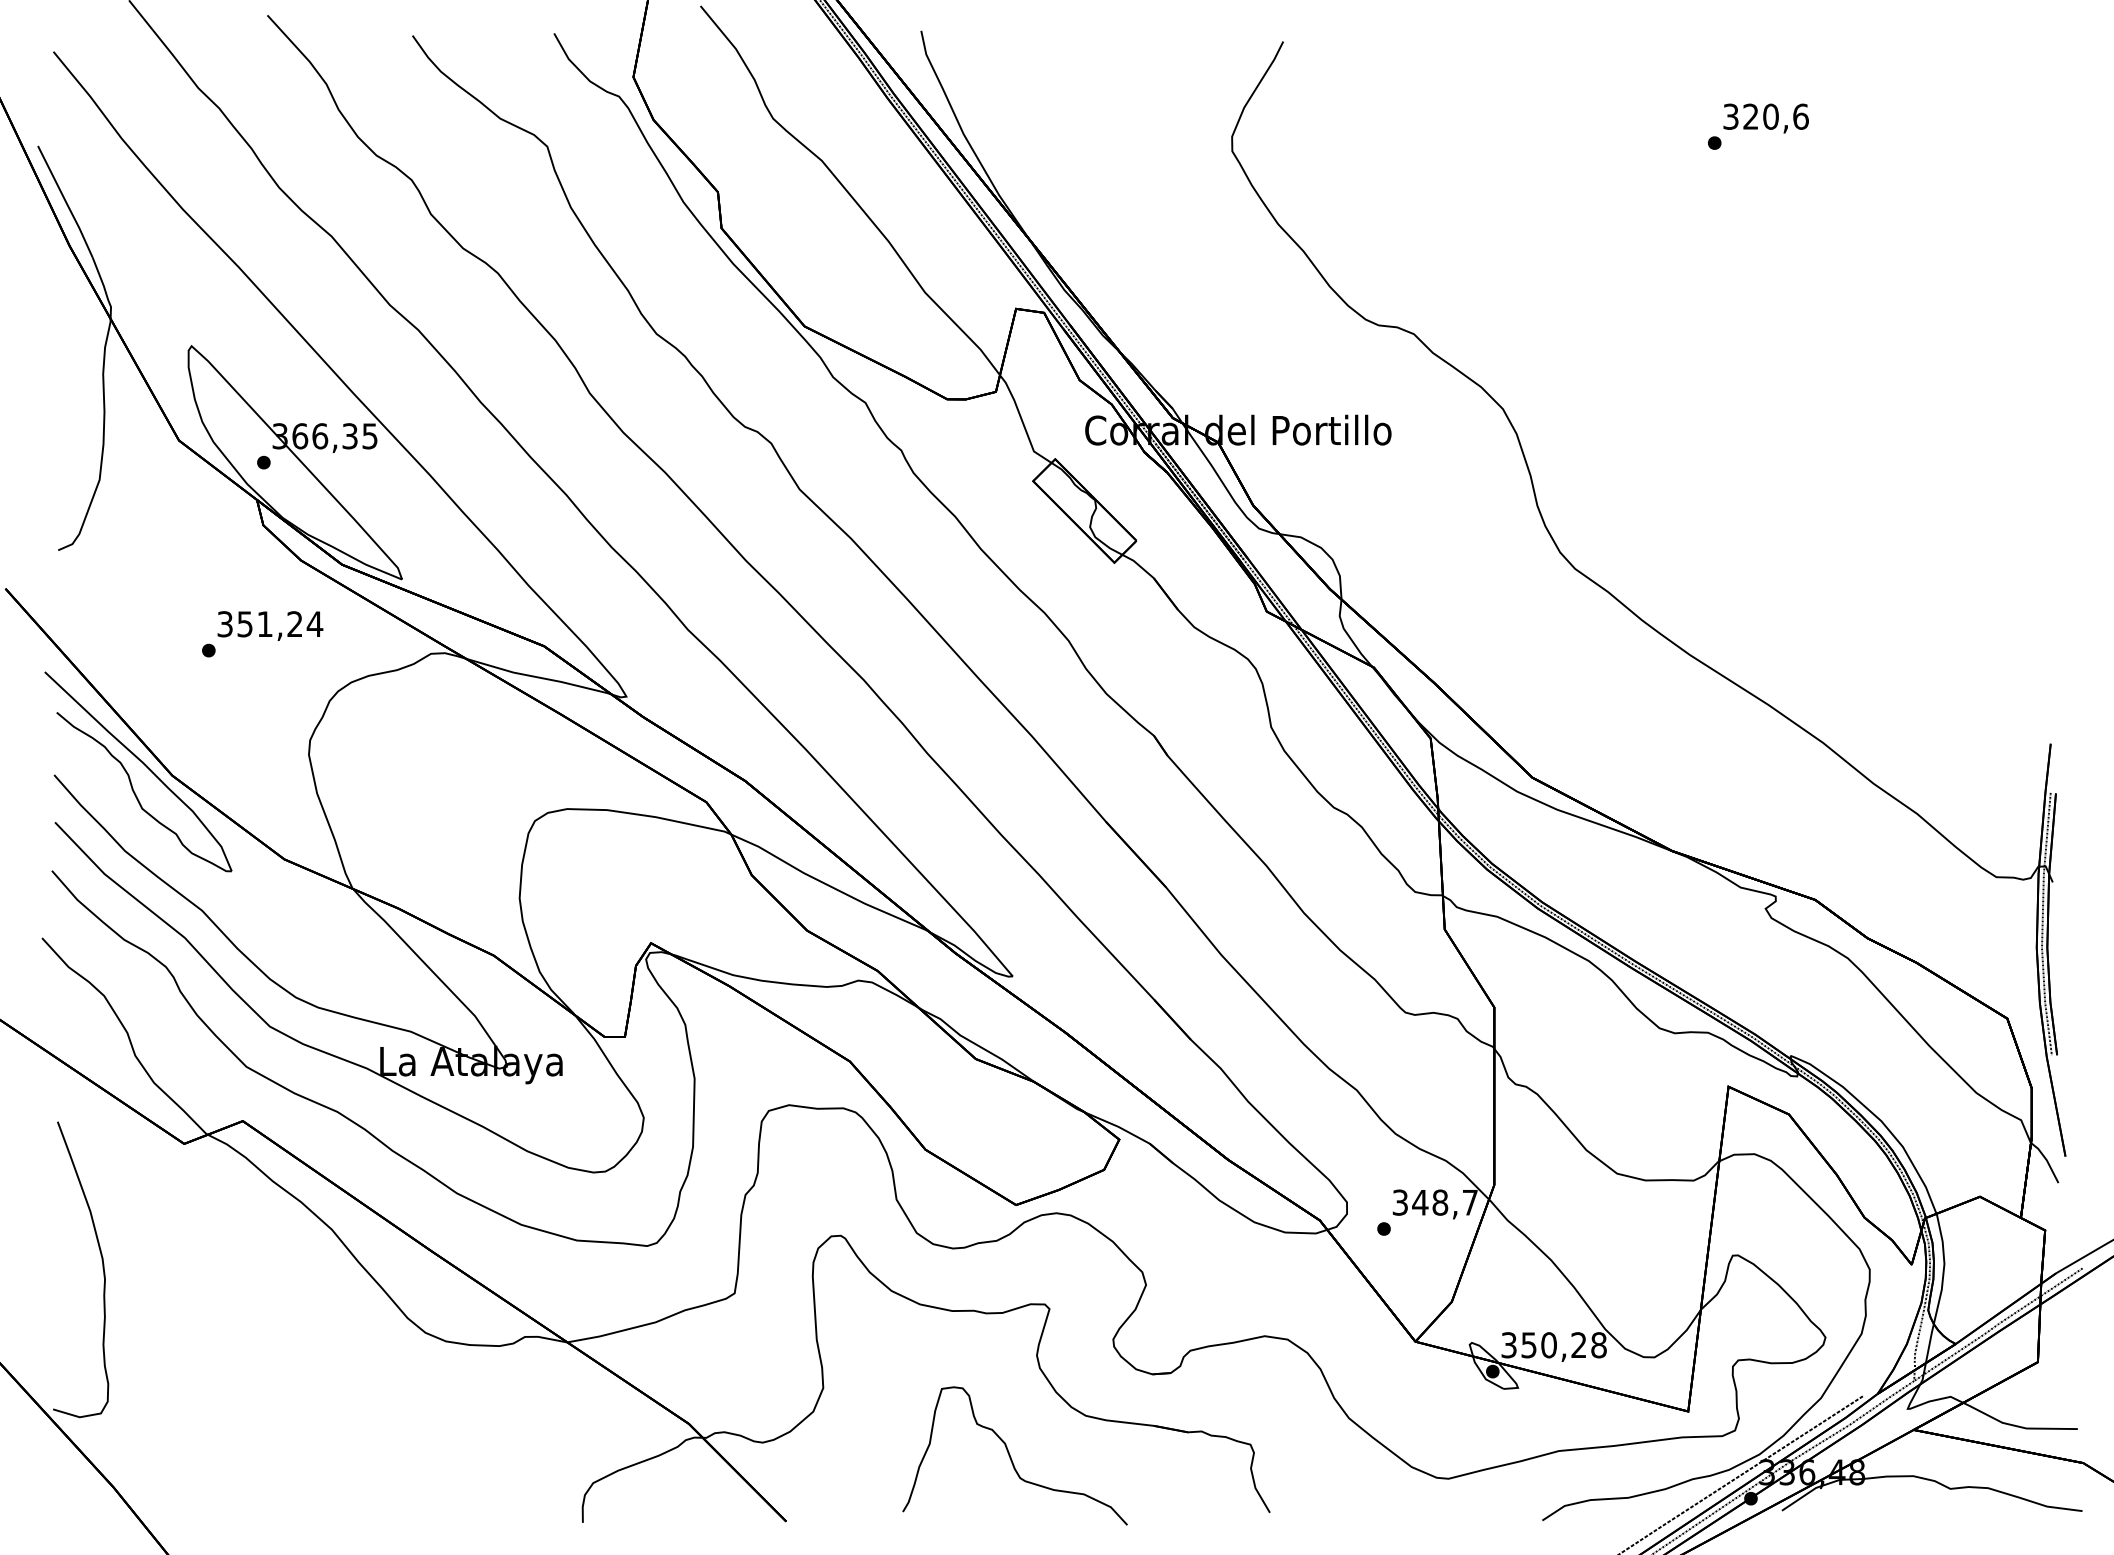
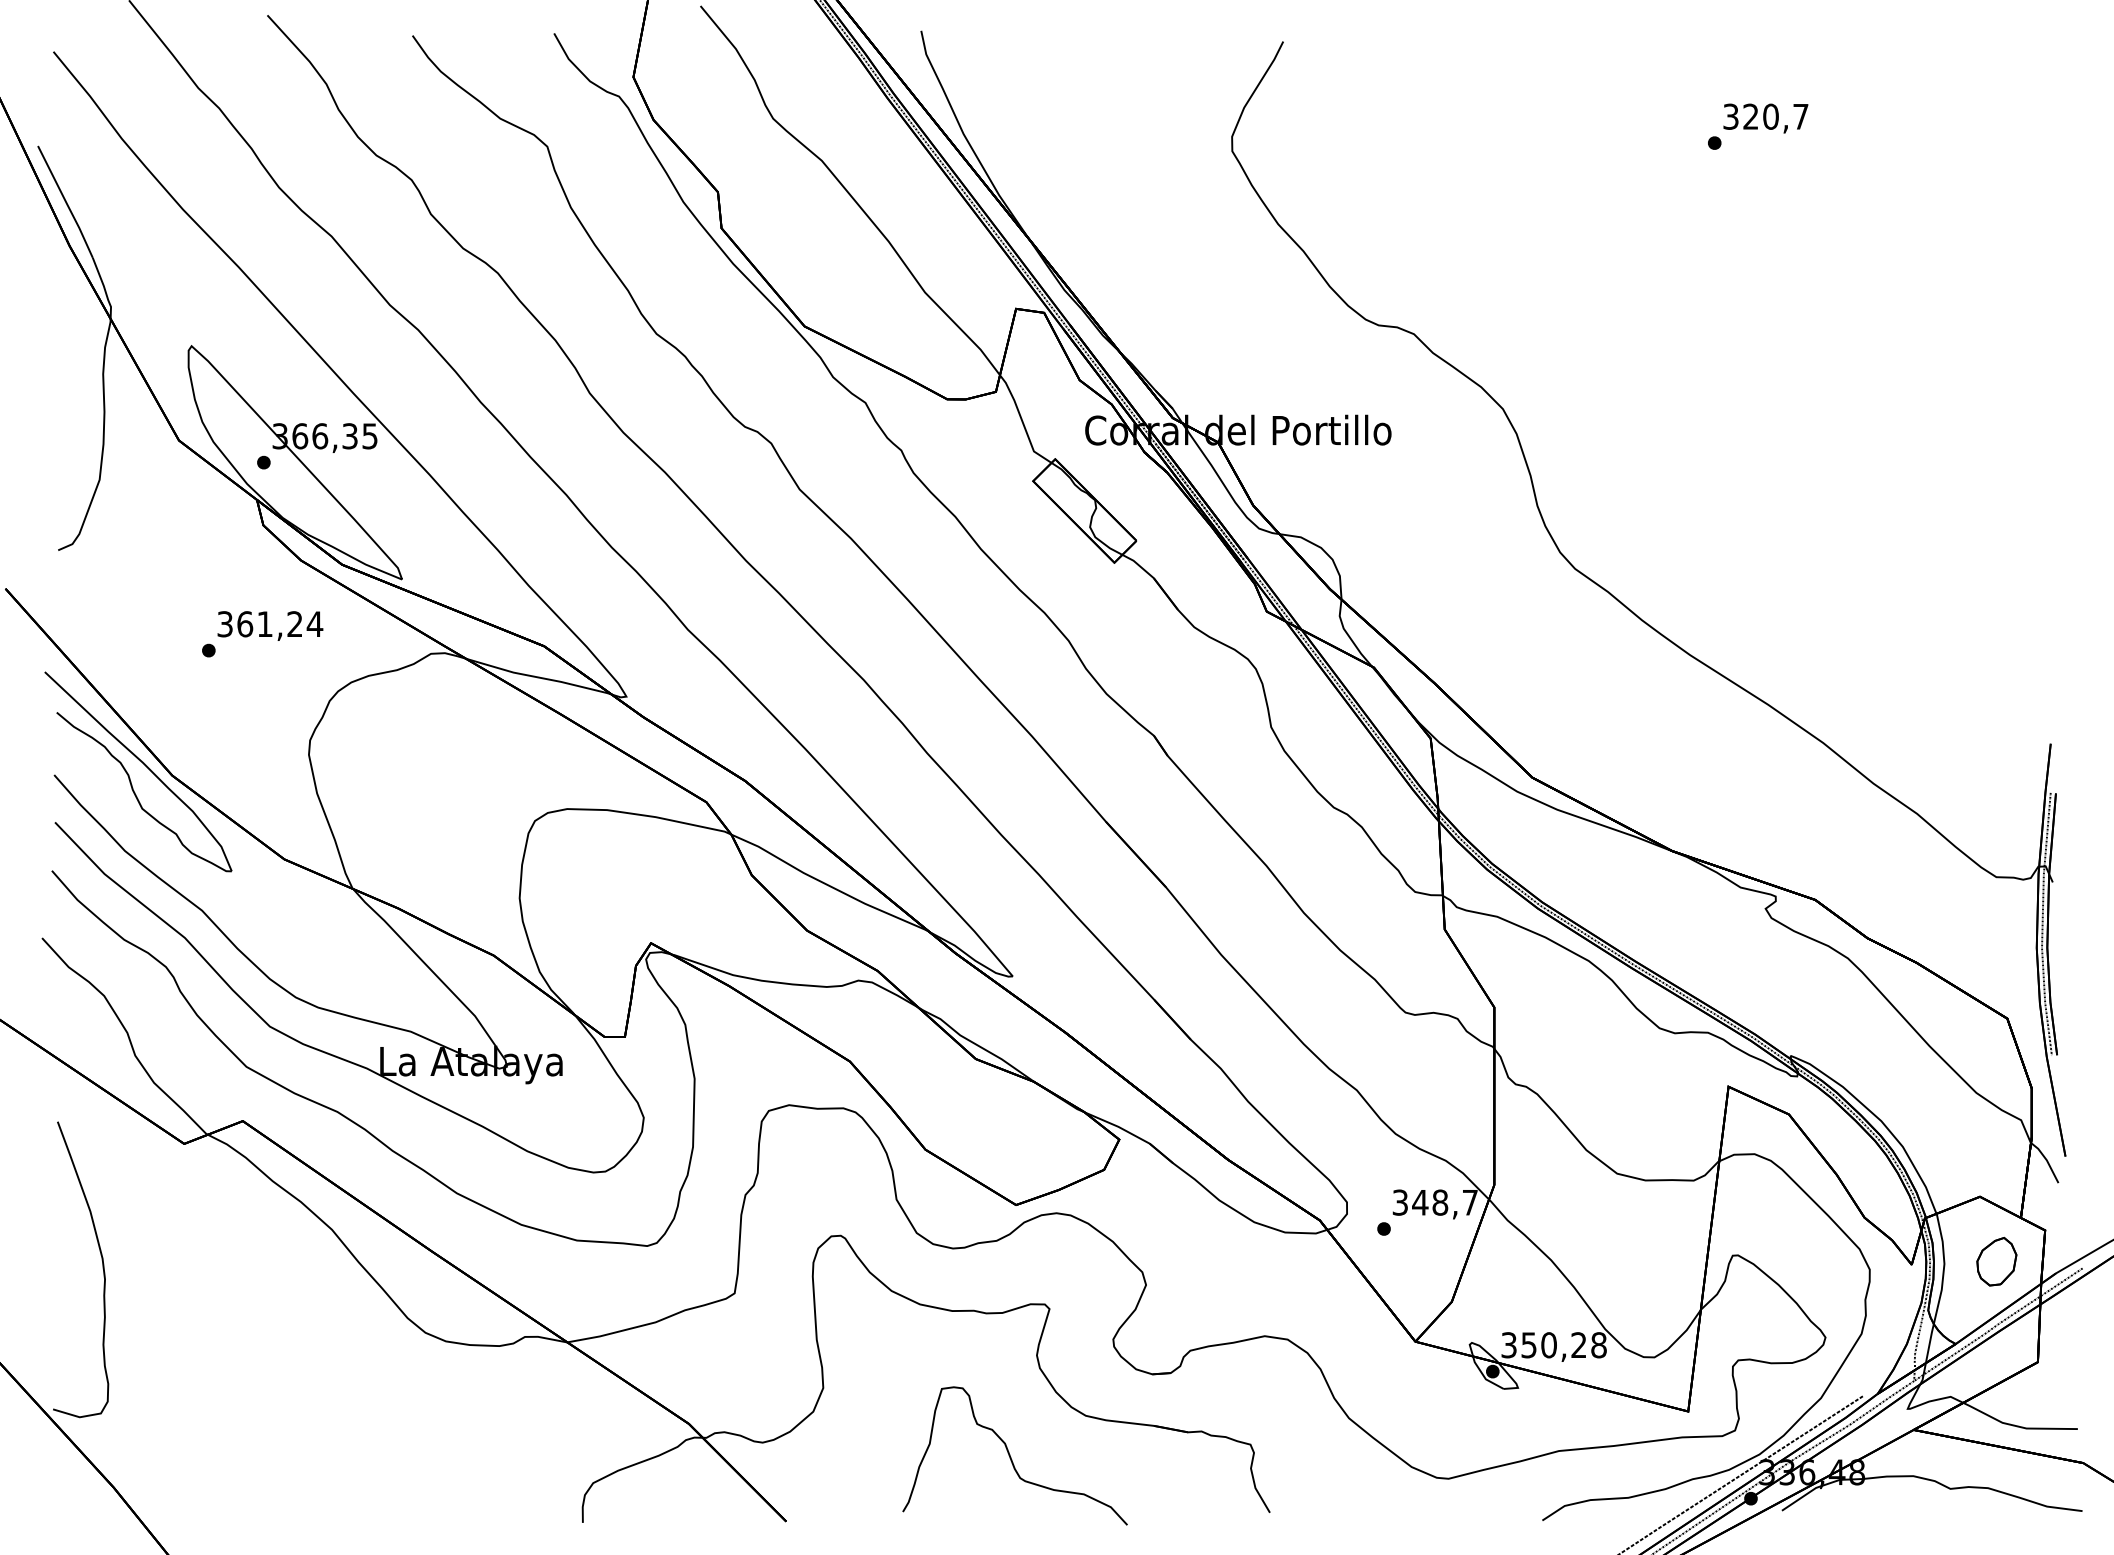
text at (1800, 116): 320,6 -> 320,7
text at (245, 624): 351,24 -> 361,24
part at (1996, 1261): none -> present
